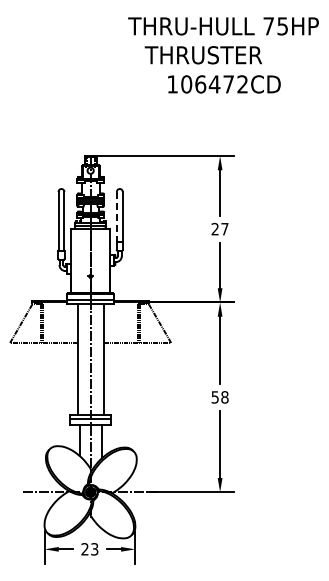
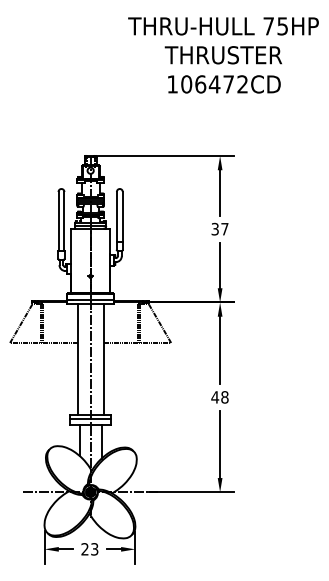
text at (202, 55) position: (202, 55) -> (222, 55)
line at (116, 216): dashed -> solid
text at (214, 229): 27 -> 37
text at (215, 397): 58 -> 48
